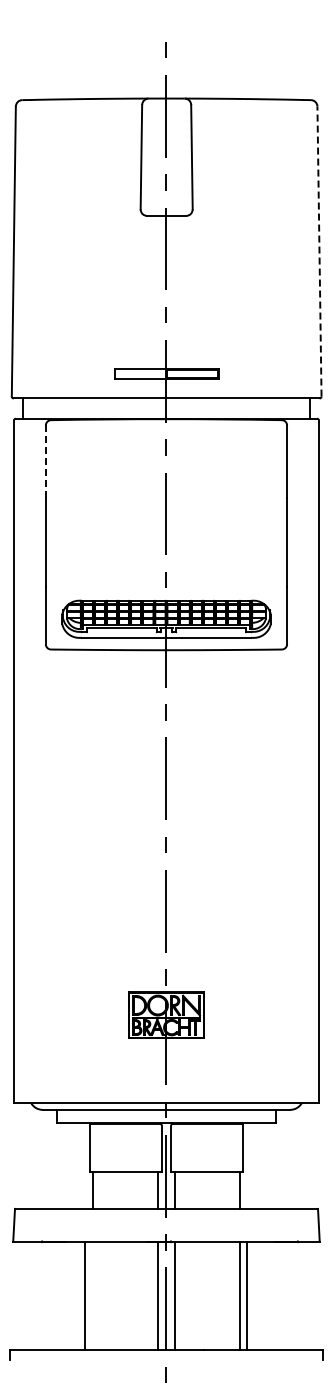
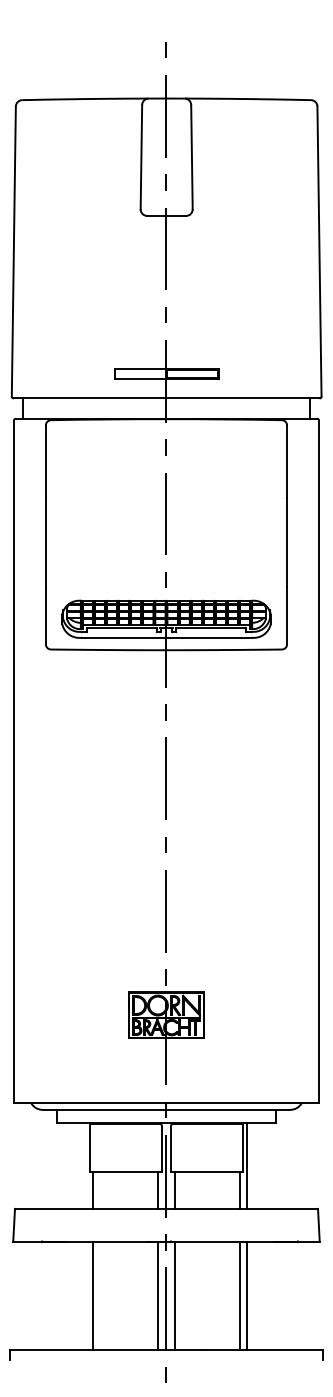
line at (319, 251): dashed -> solid
line at (45, 461): dashed -> solid
line at (247, 1165): none -> present
line at (85, 1295) position: (85, 1295) -> (93, 1295)
